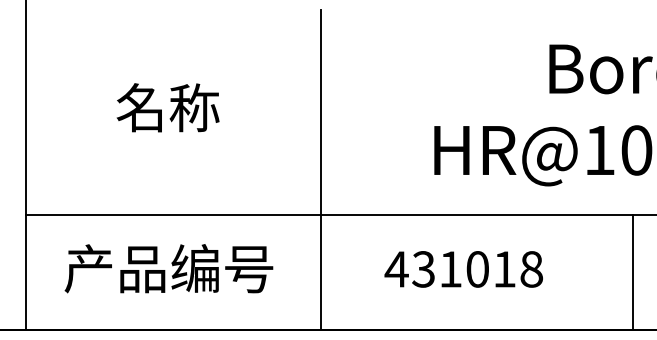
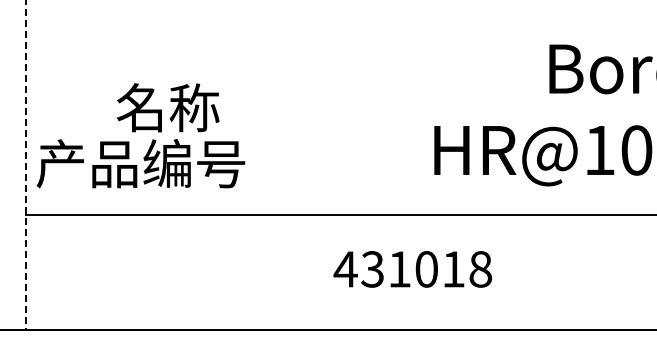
line at (25, 164): solid -> dashed
line at (321, 169): present -> none
text at (168, 268) position: (168, 268) -> (140, 163)
text at (463, 269) position: (463, 269) -> (412, 269)
line at (632, 272): present -> none
